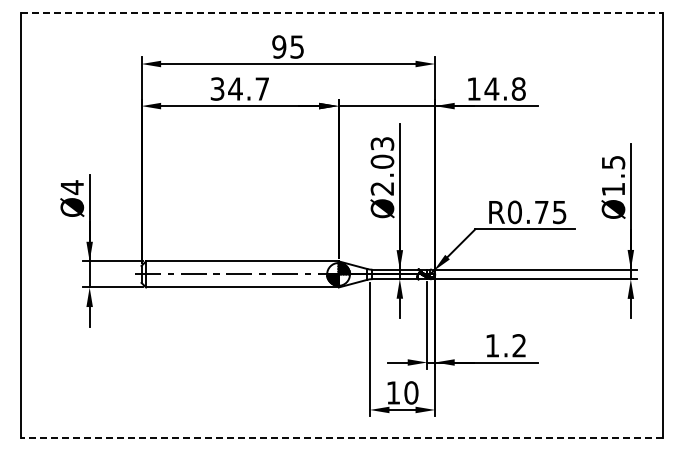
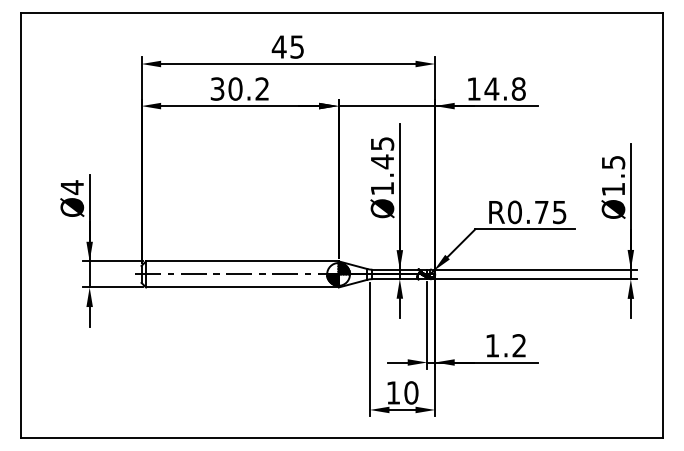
line at (342, 13): dashed -> solid
text at (278, 46): 95 -> 45
text at (248, 88): 34.7 -> 30.2
text at (382, 166): Ø2.03 -> Ø1.45
line at (341, 437): dashed -> solid
